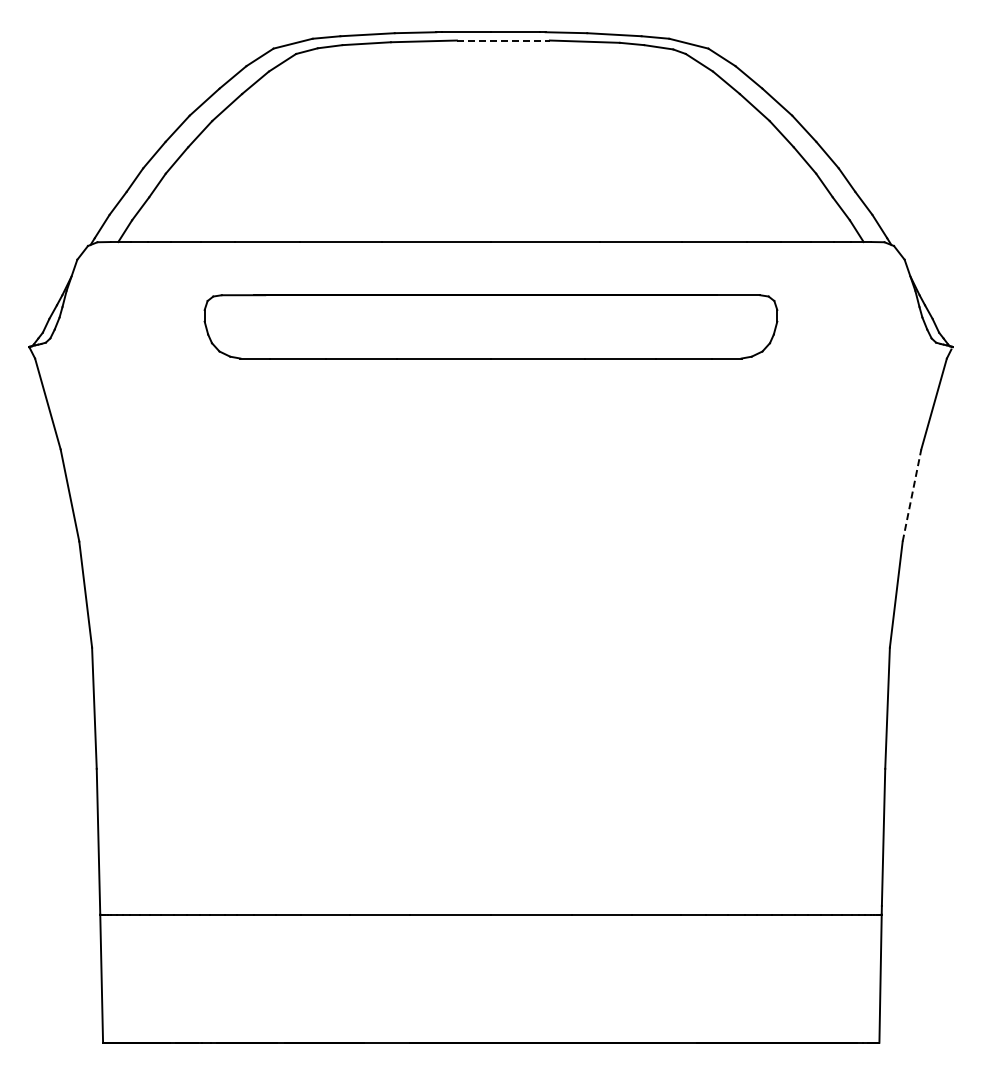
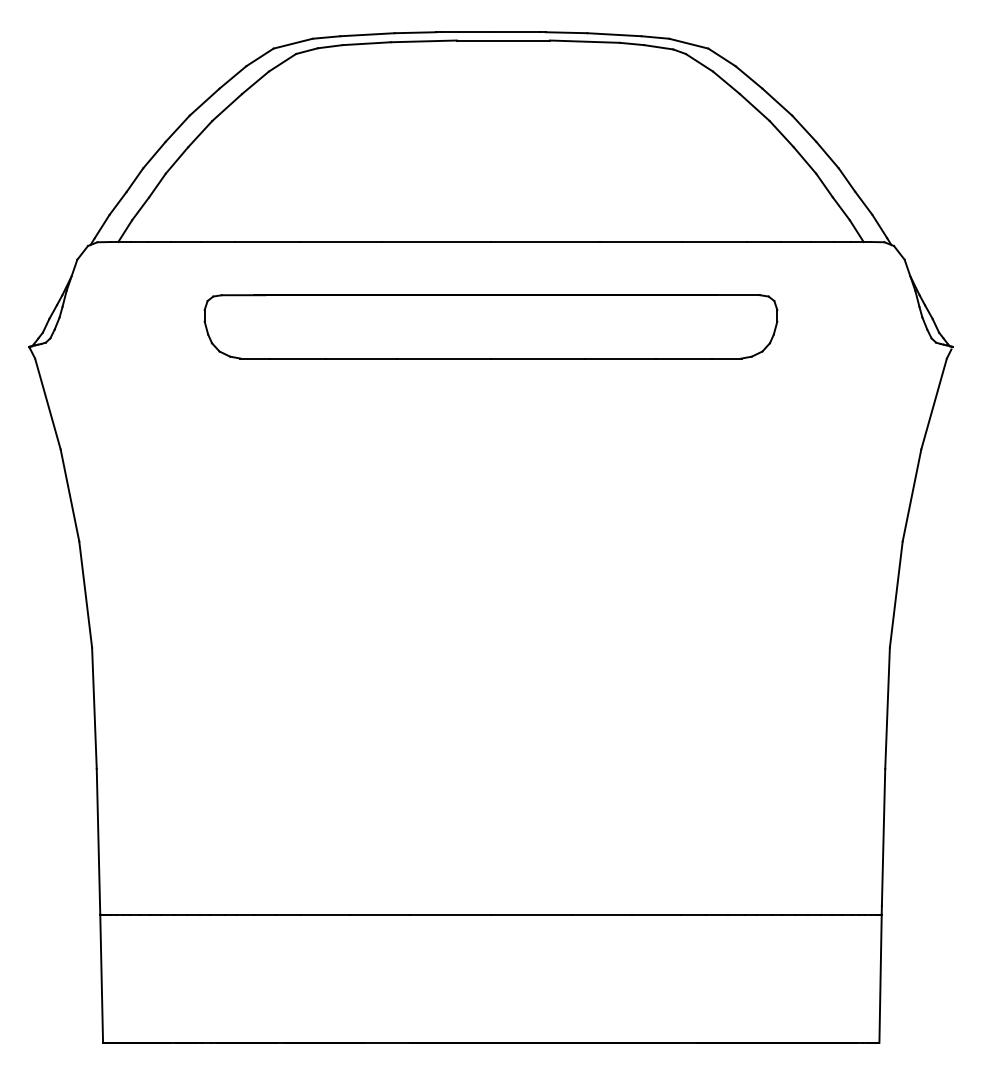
line at (503, 40): dashed -> solid
line at (911, 495): dashed -> solid
